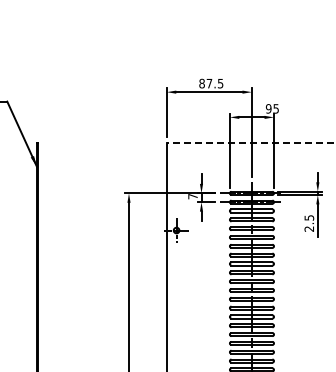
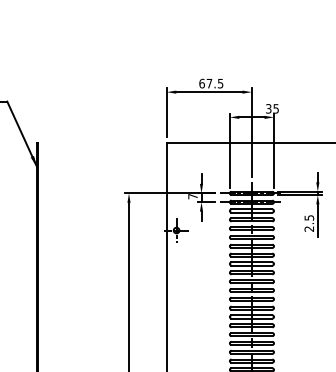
text at (201, 83): 87.5 -> 67.5
text at (268, 108): 95 -> 35
line at (250, 142): dashed -> solid
